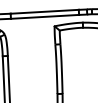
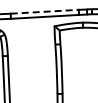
line at (45, 11): solid -> dashed
